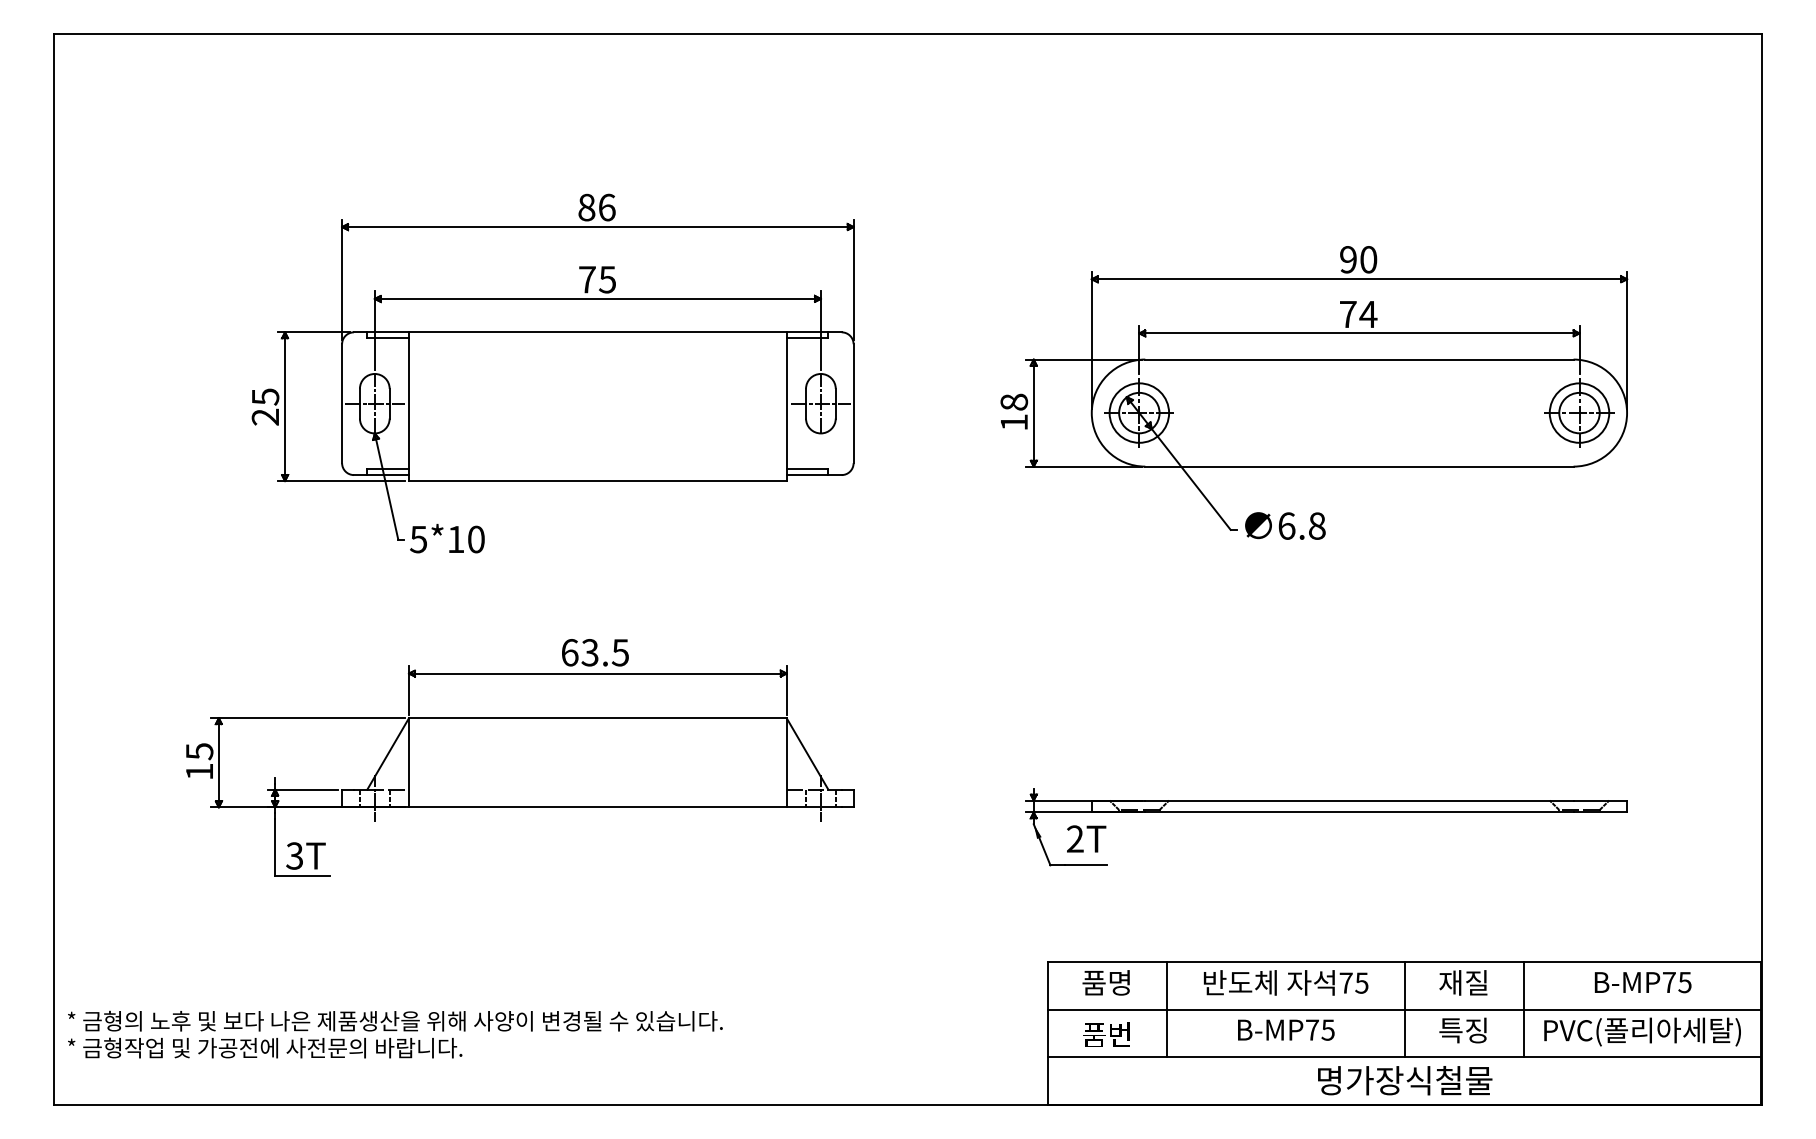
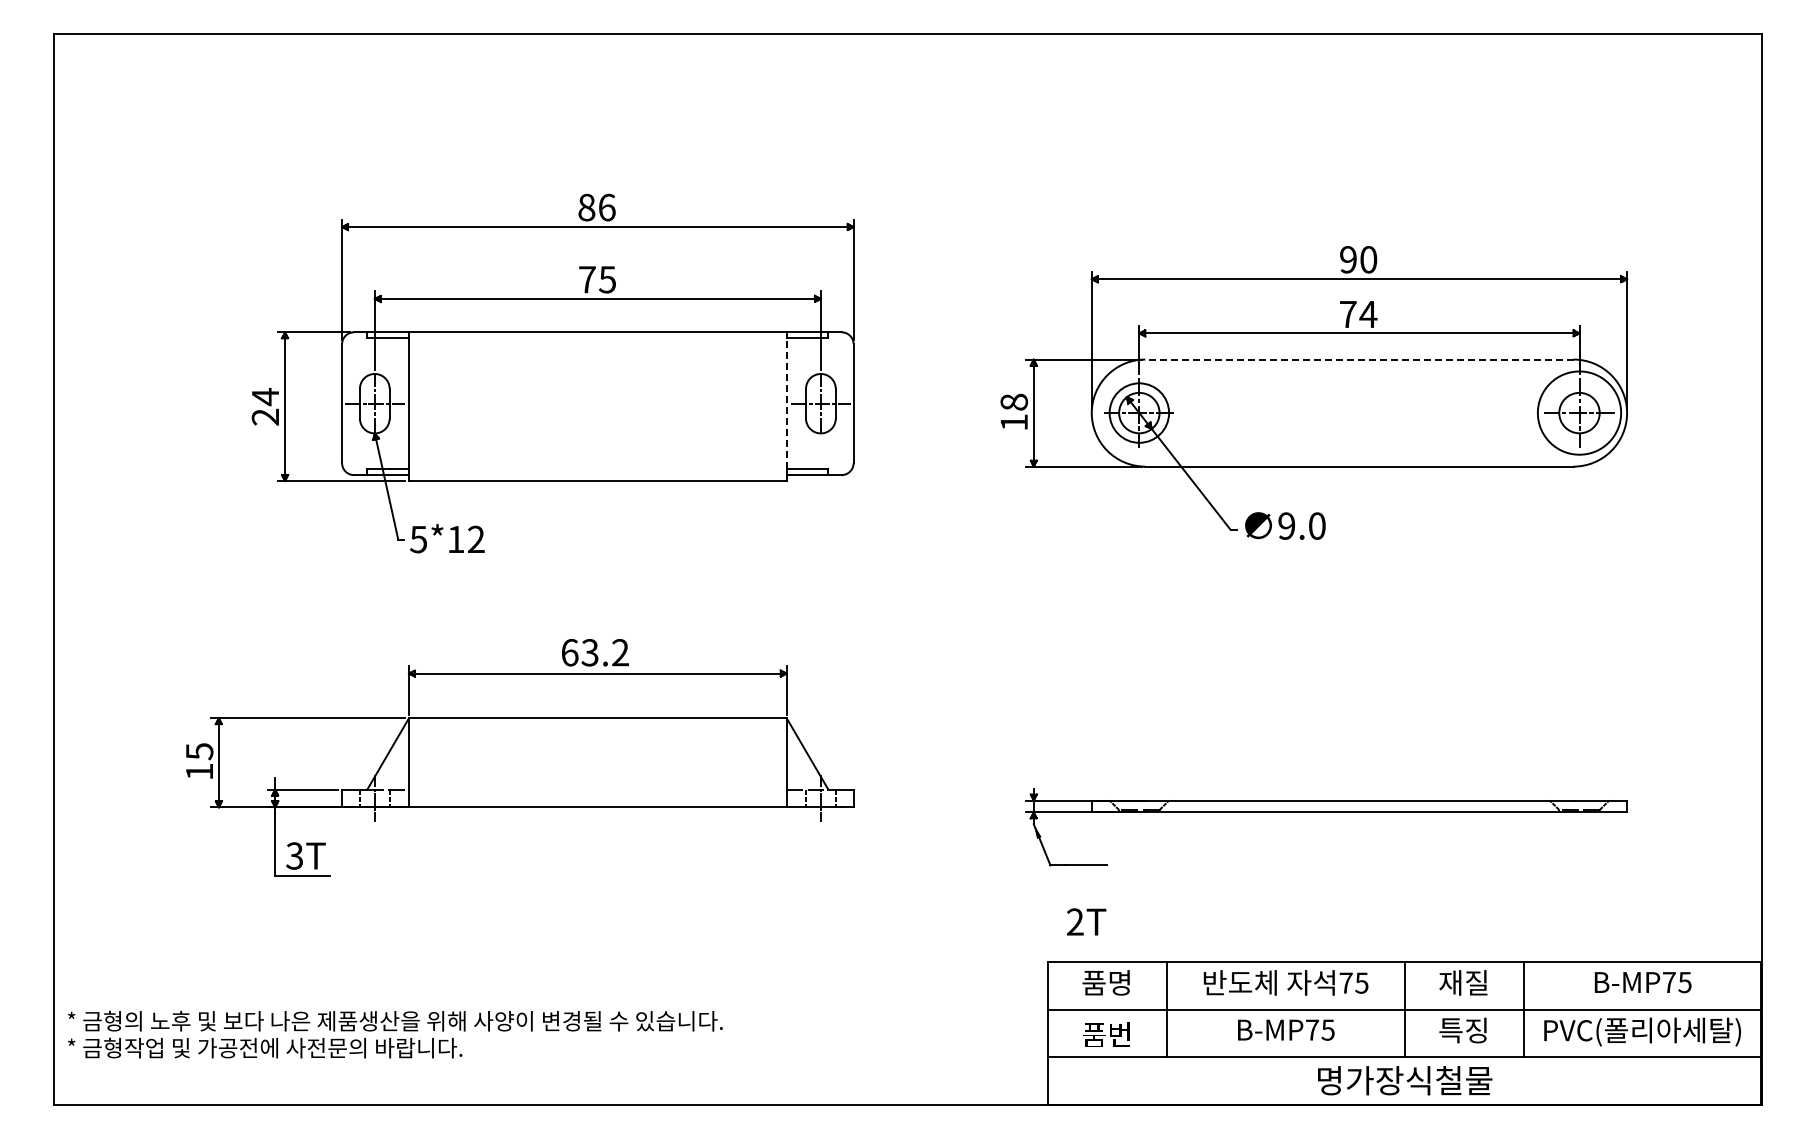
line at (1358, 359): solid -> dashed
text at (265, 396): 25 -> 24
line at (786, 403): solid -> dashed
circle at (1579, 412) diameter: 59 px -> 83 px
text at (1301, 525): 6.8 -> 9.0
text at (476, 539): 5*10 -> 5*12
text at (619, 652): 63.5 -> 63.2
text at (1086, 838) position: (1086, 838) -> (1086, 921)
